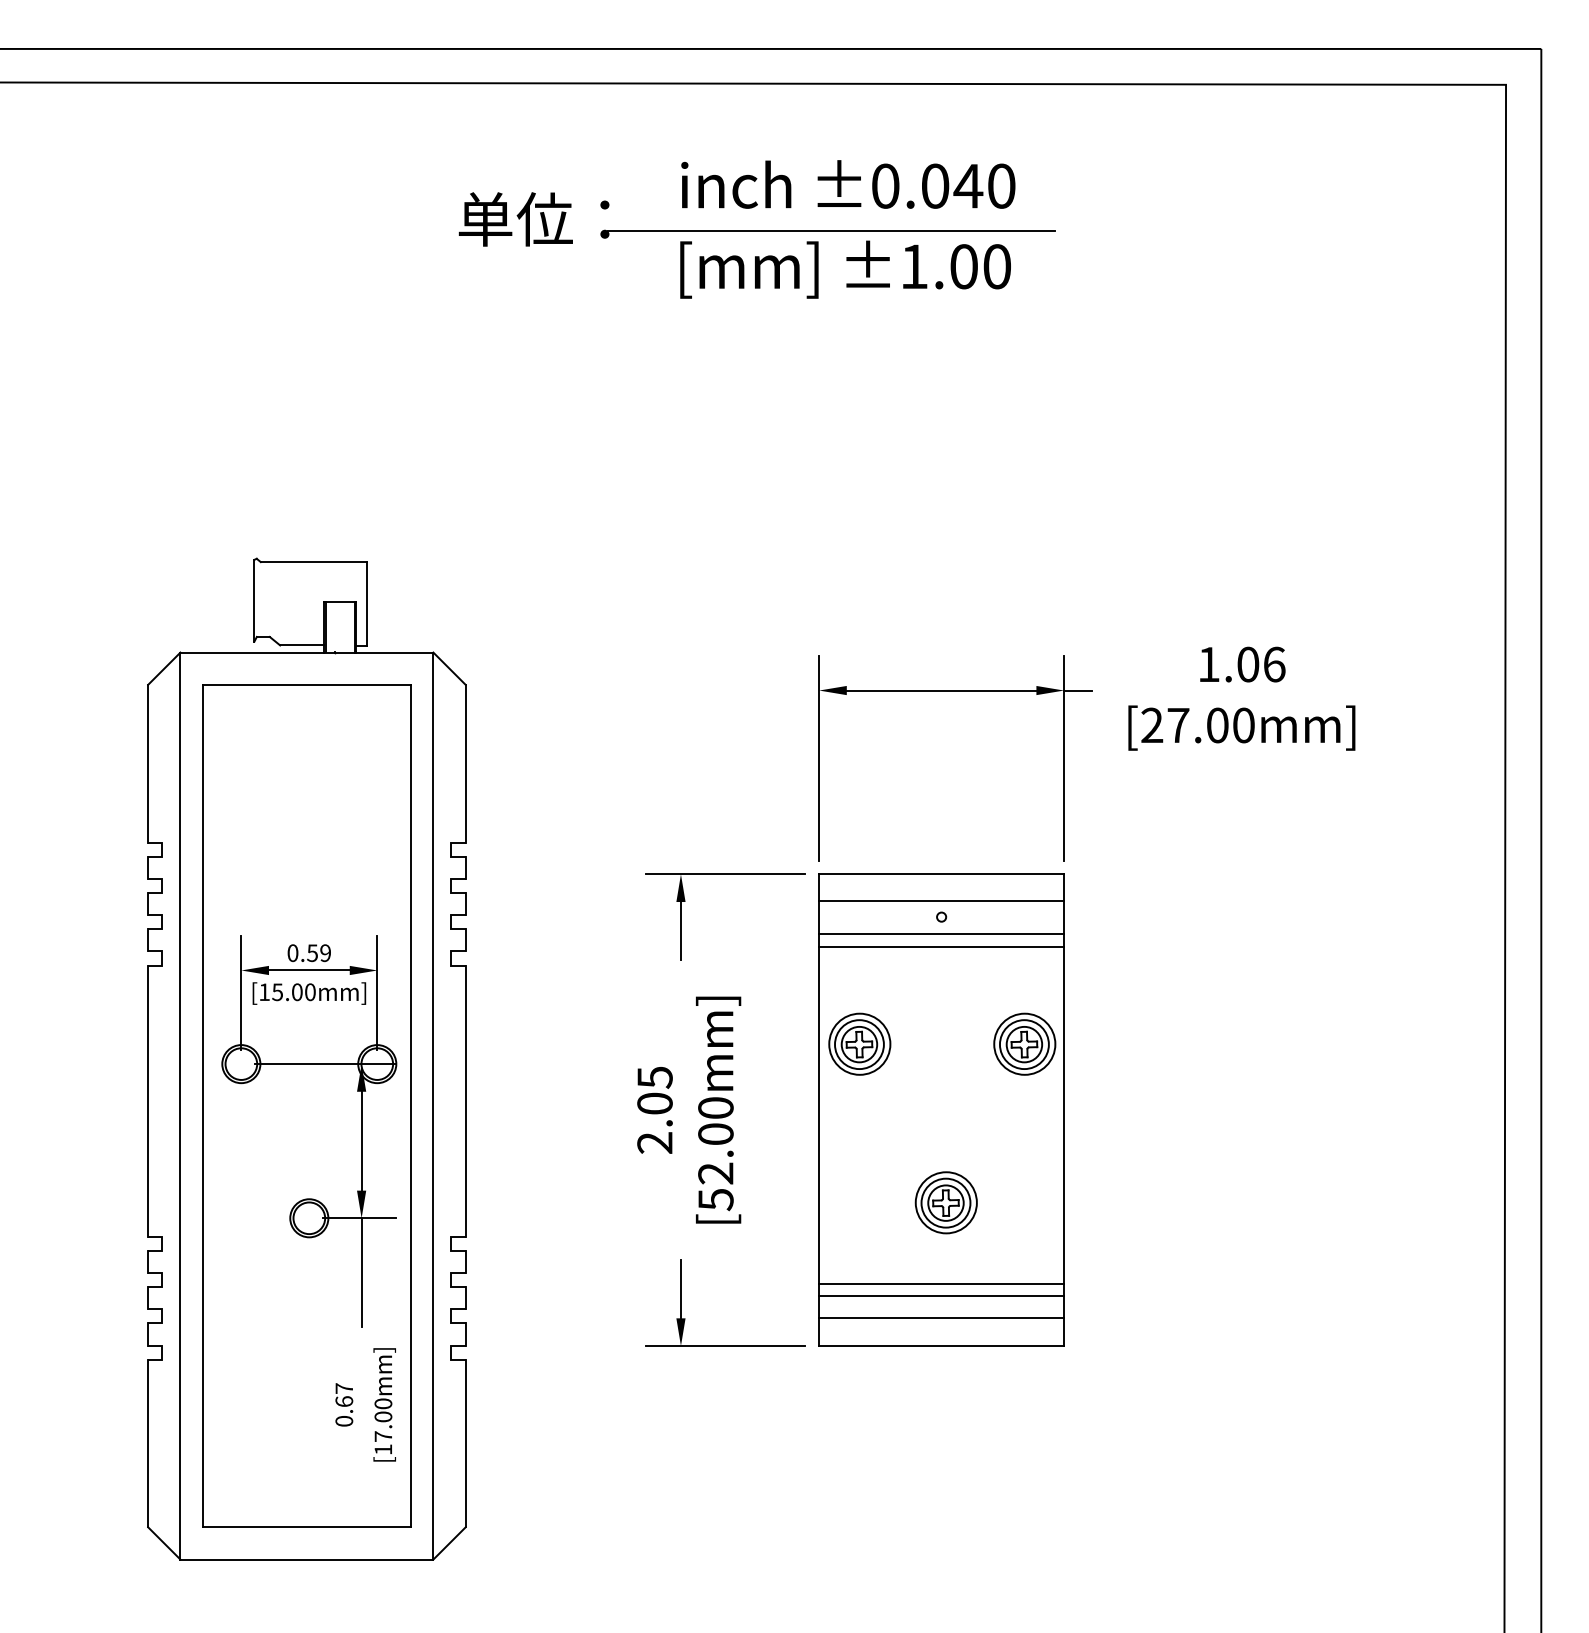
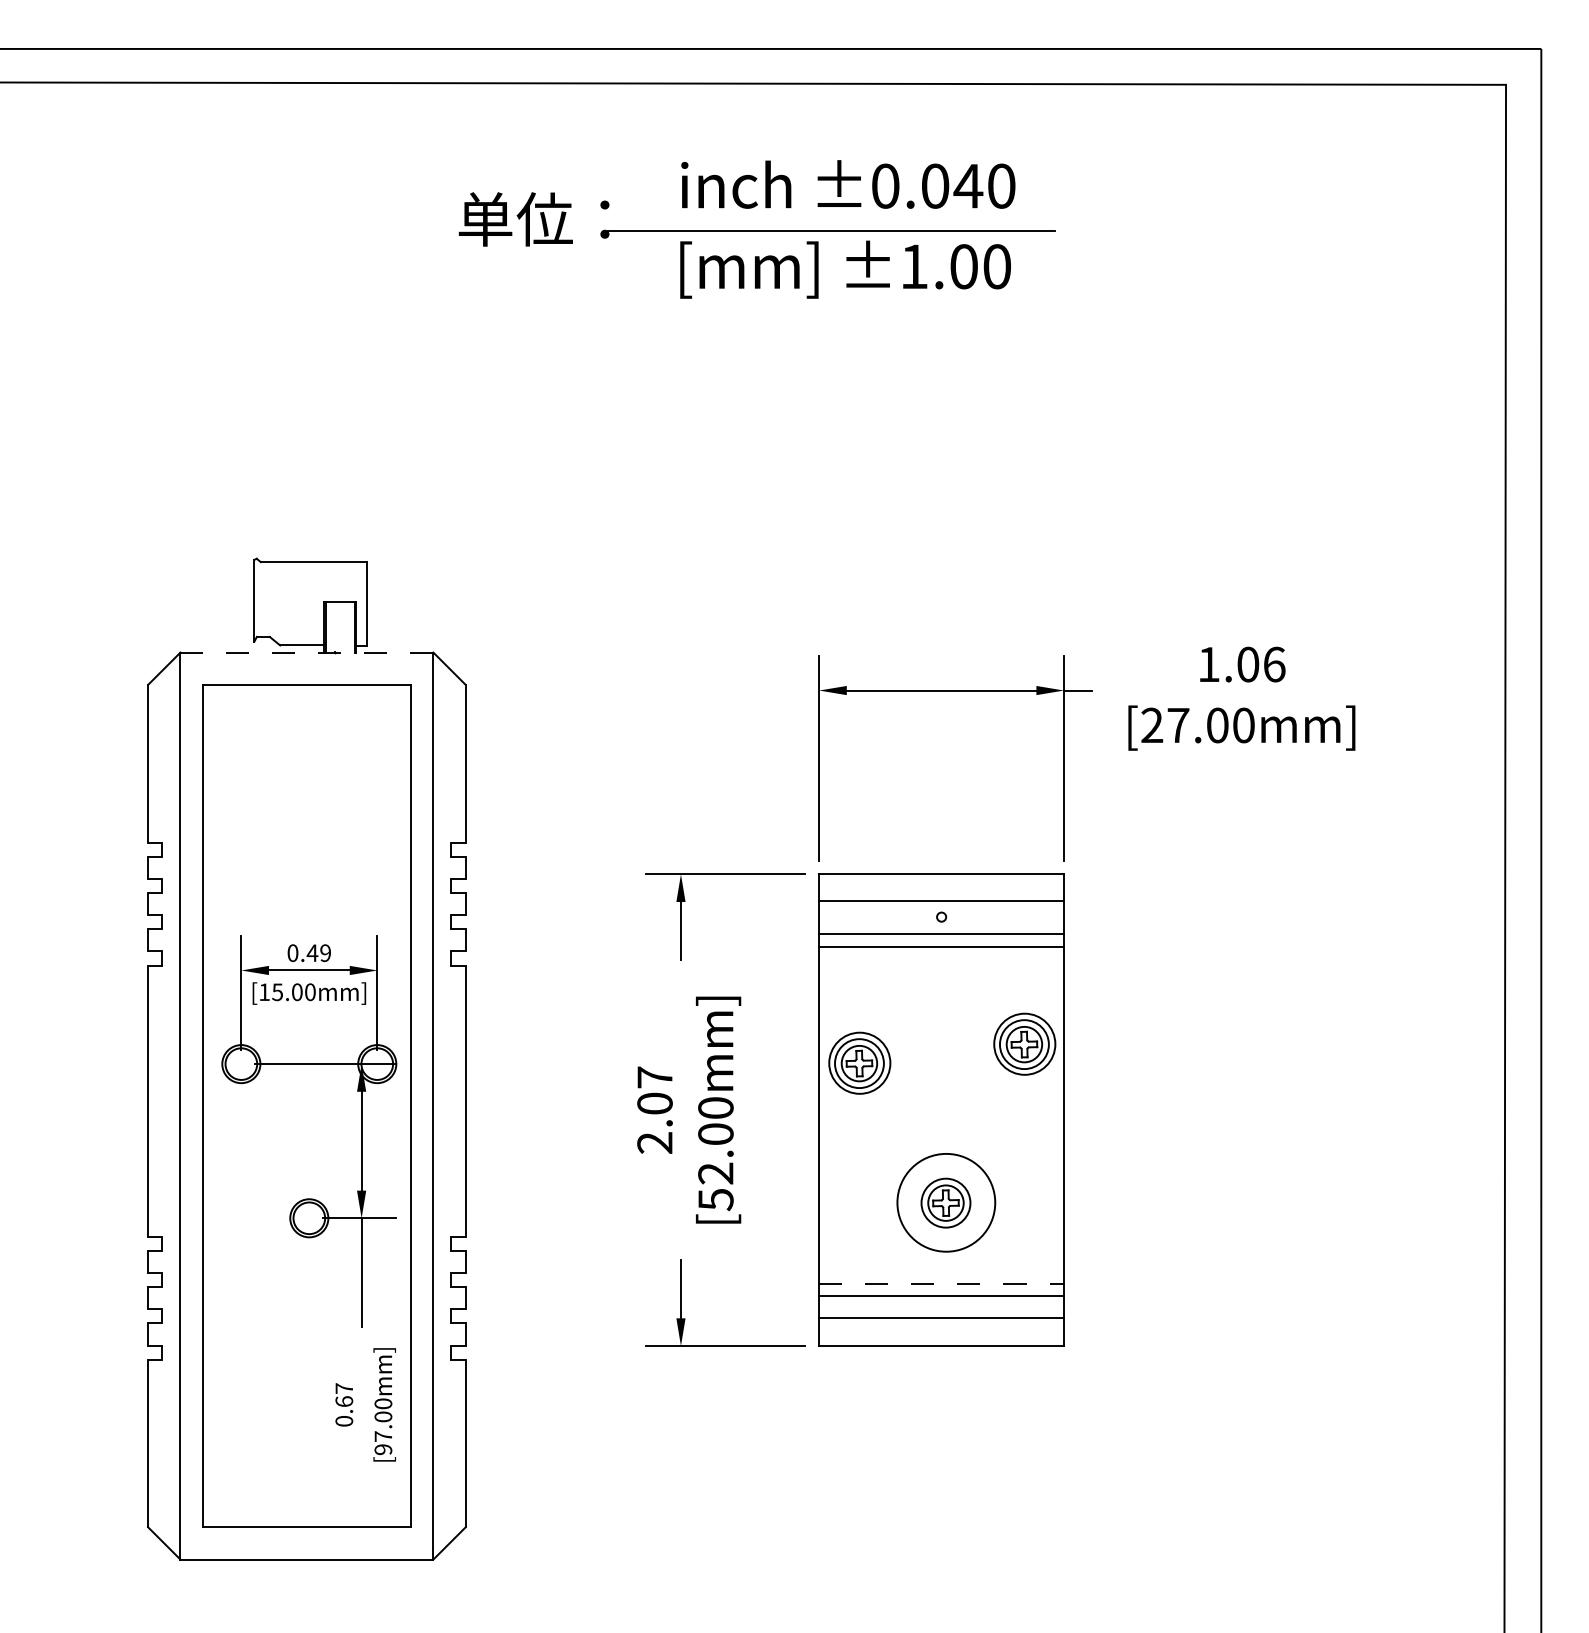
line at (306, 652): solid -> dashed
text at (312, 953): 0.59 -> 0.49
part at (859, 1043) position: (859, 1043) -> (859, 1062)
text at (654, 1077): 2.05 -> 2.07
circle at (945, 1202) diameter: 61 px -> 98 px
line at (942, 1283): solid -> dashed
text at (383, 1449): [17.00mm] -> [97.00mm]
